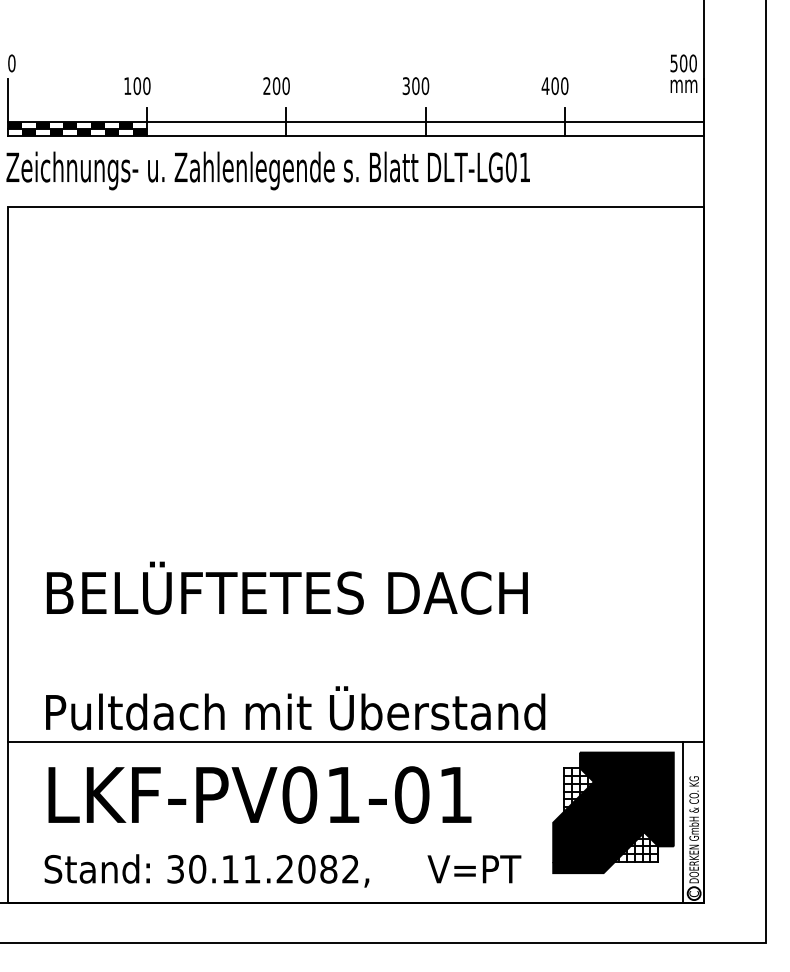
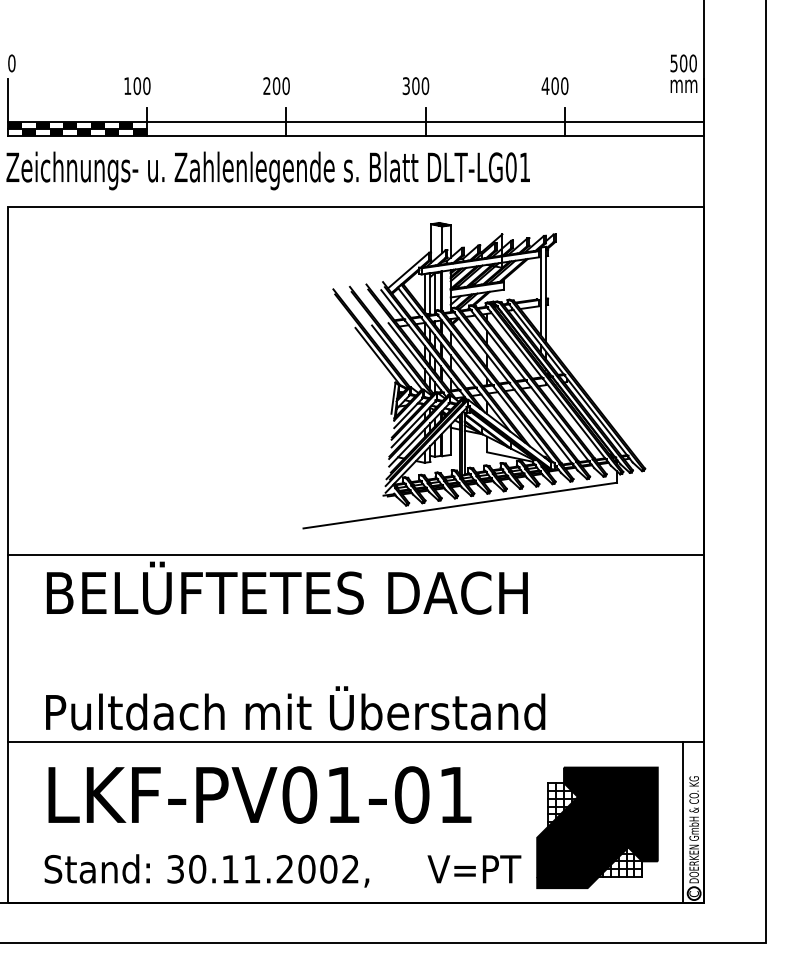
part at (474, 375): none -> present
line at (355, 554): none -> present
part at (613, 812) position: (613, 812) -> (597, 827)
text at (328, 869): 30.11.2082, -> 30.11.2002,
